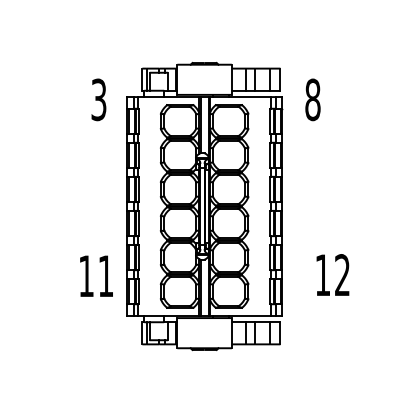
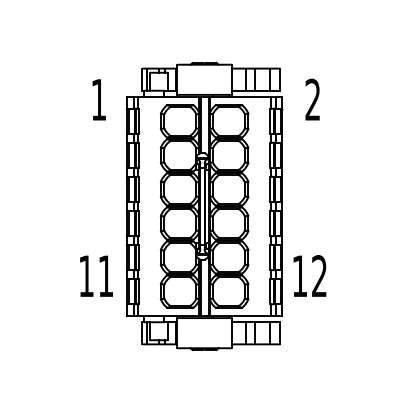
text at (98, 99): 3 -> 1
text at (312, 99): 8 -> 2
text at (332, 274) position: (332, 274) -> (309, 275)
